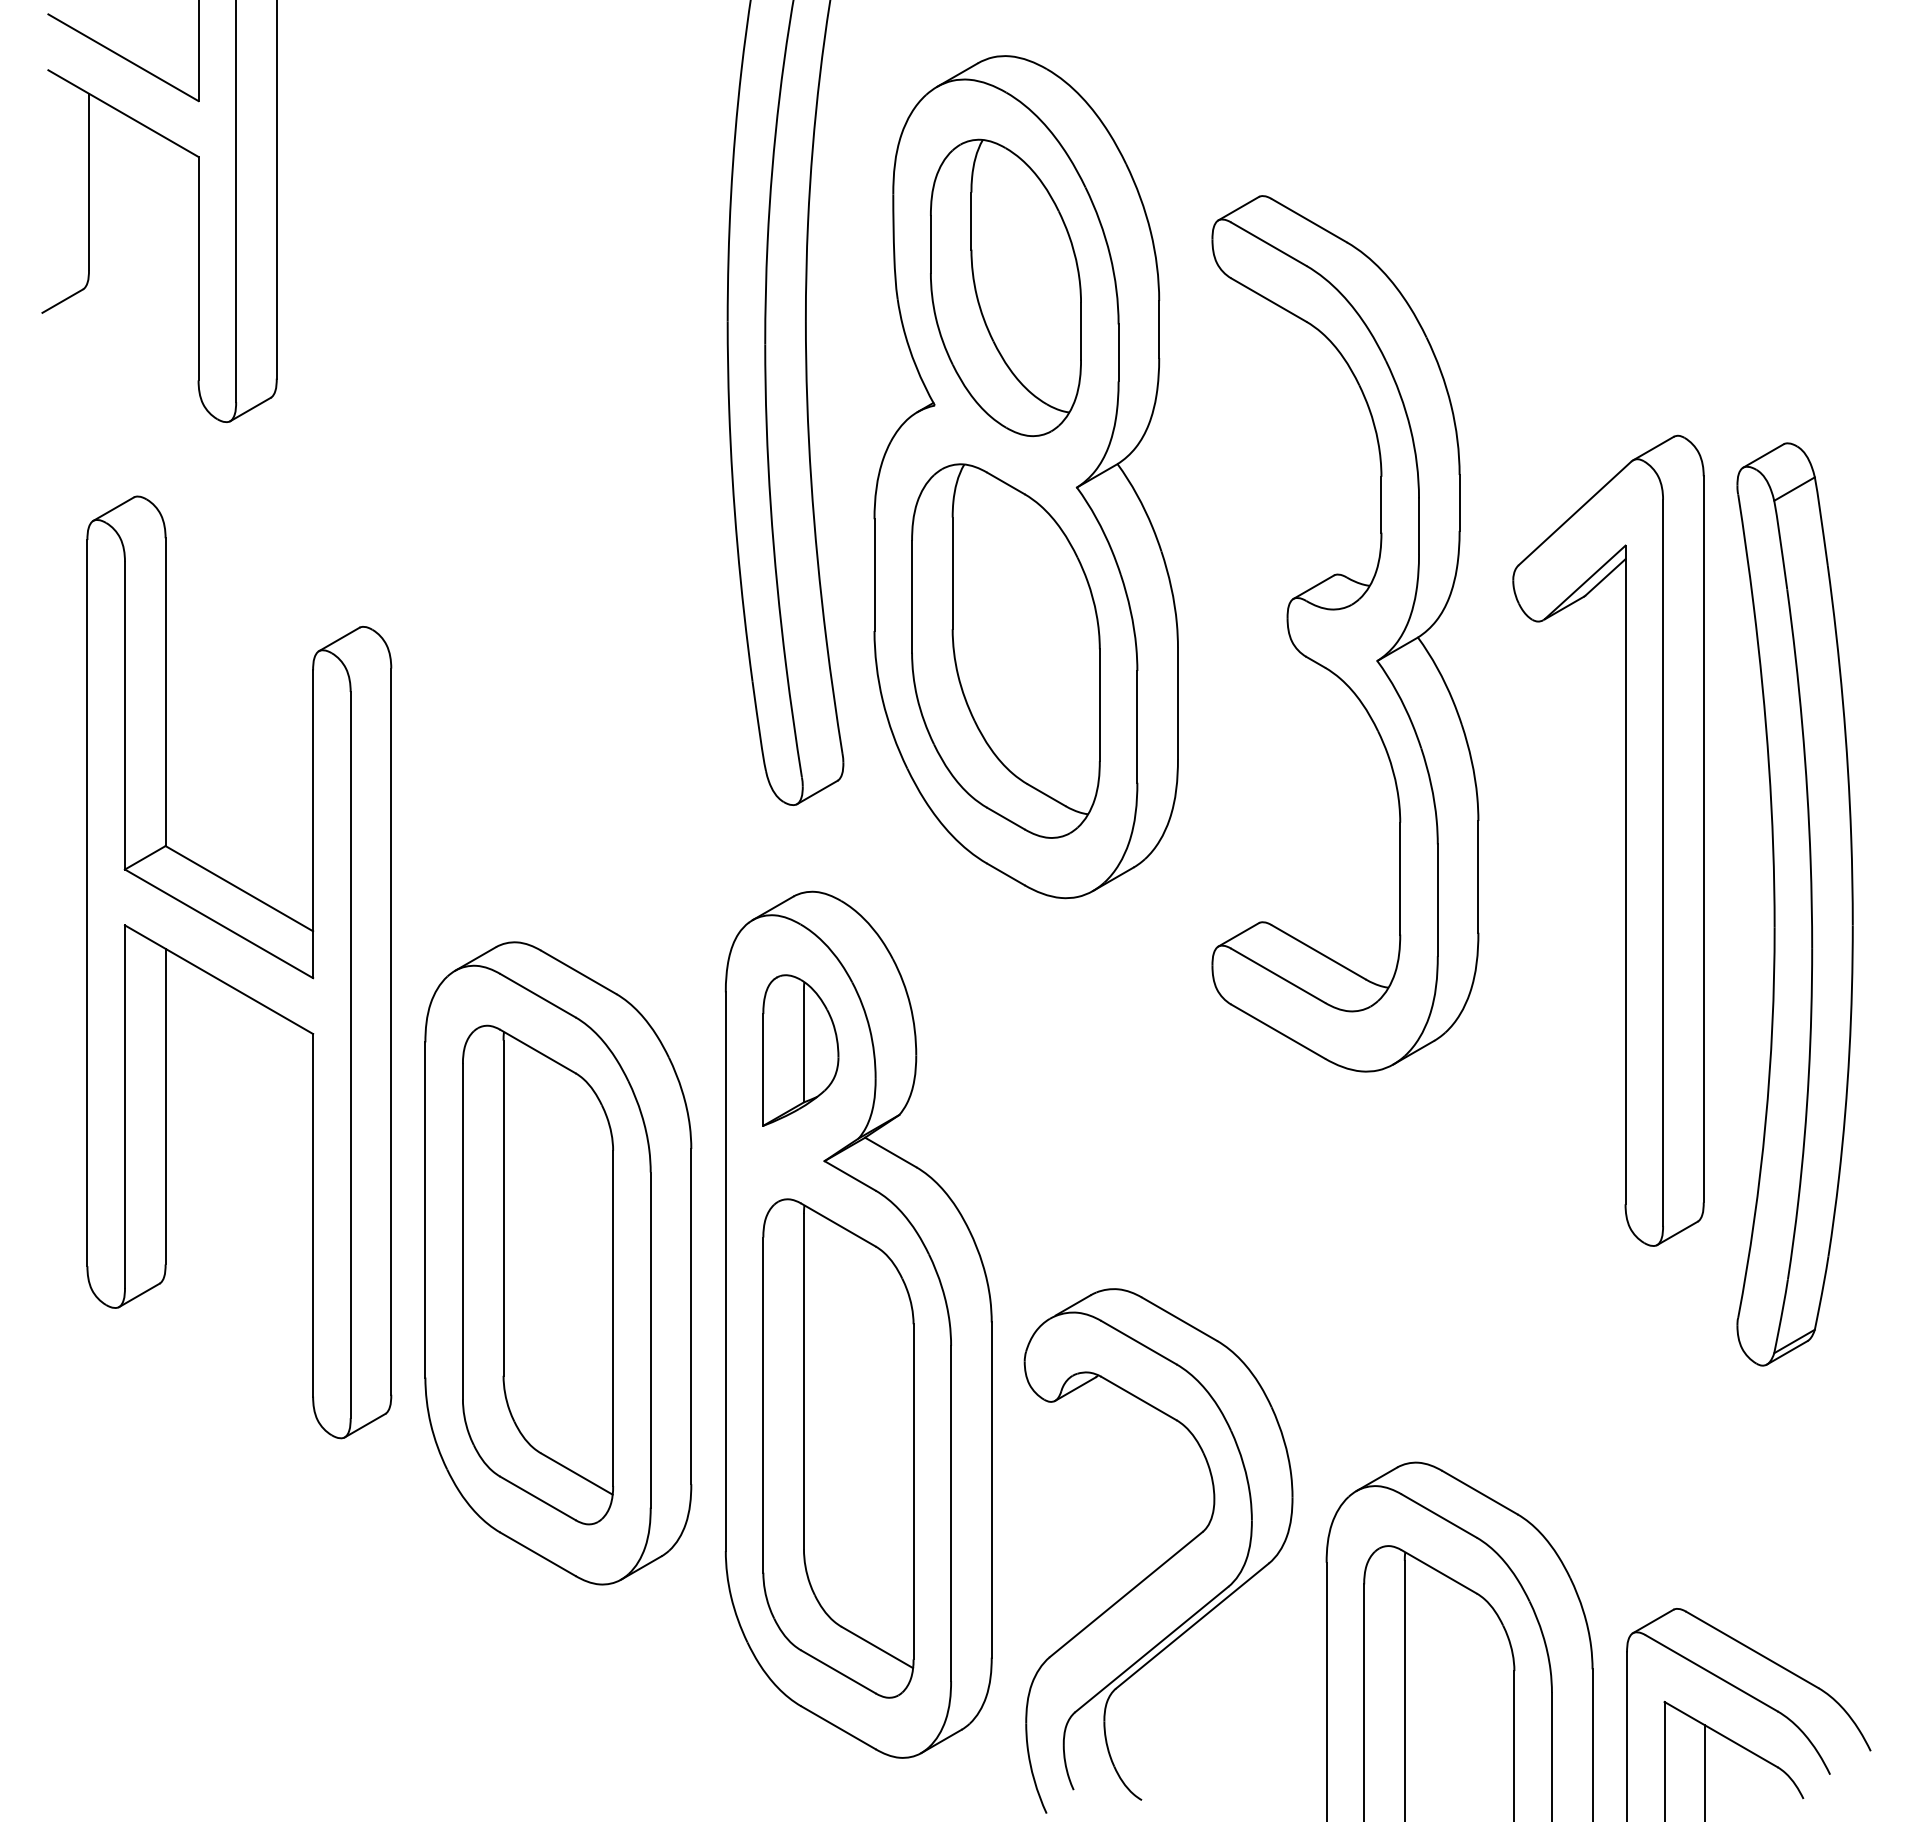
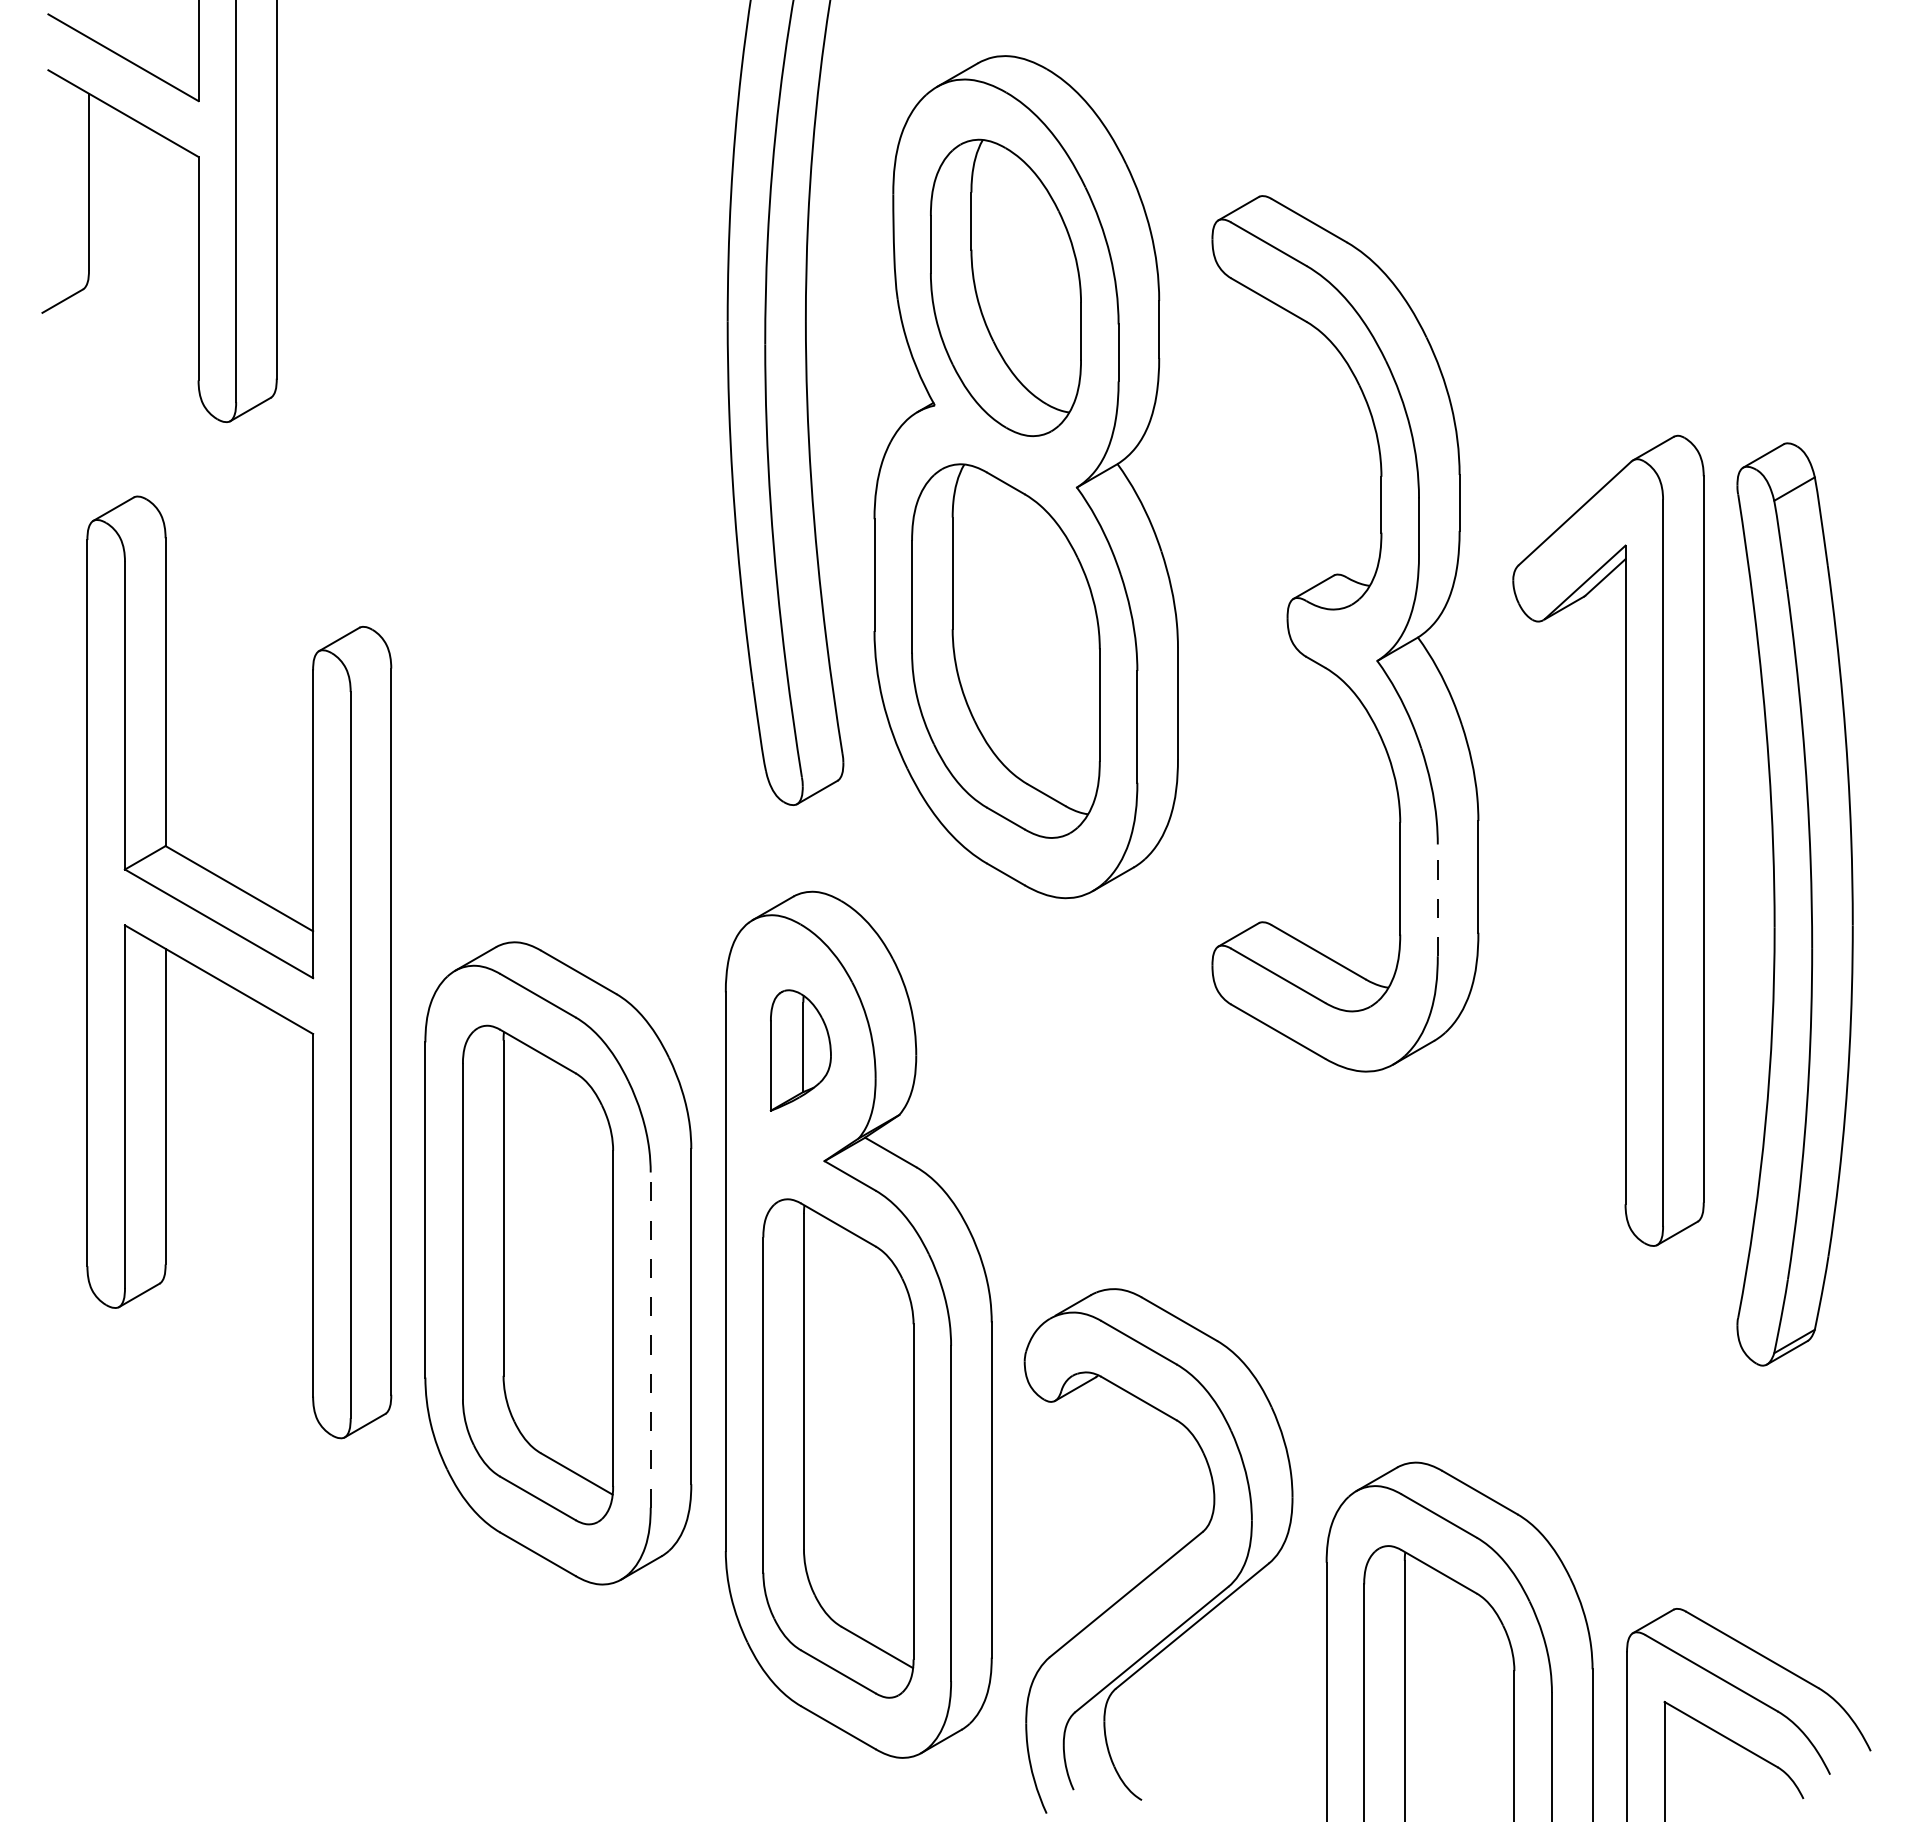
line at (1437, 900): solid -> dashed
part at (800, 1050) size: 78x153 px -> 63x123 px
line at (650, 1340): solid -> dashed
line at (1705, 1771): present -> none
